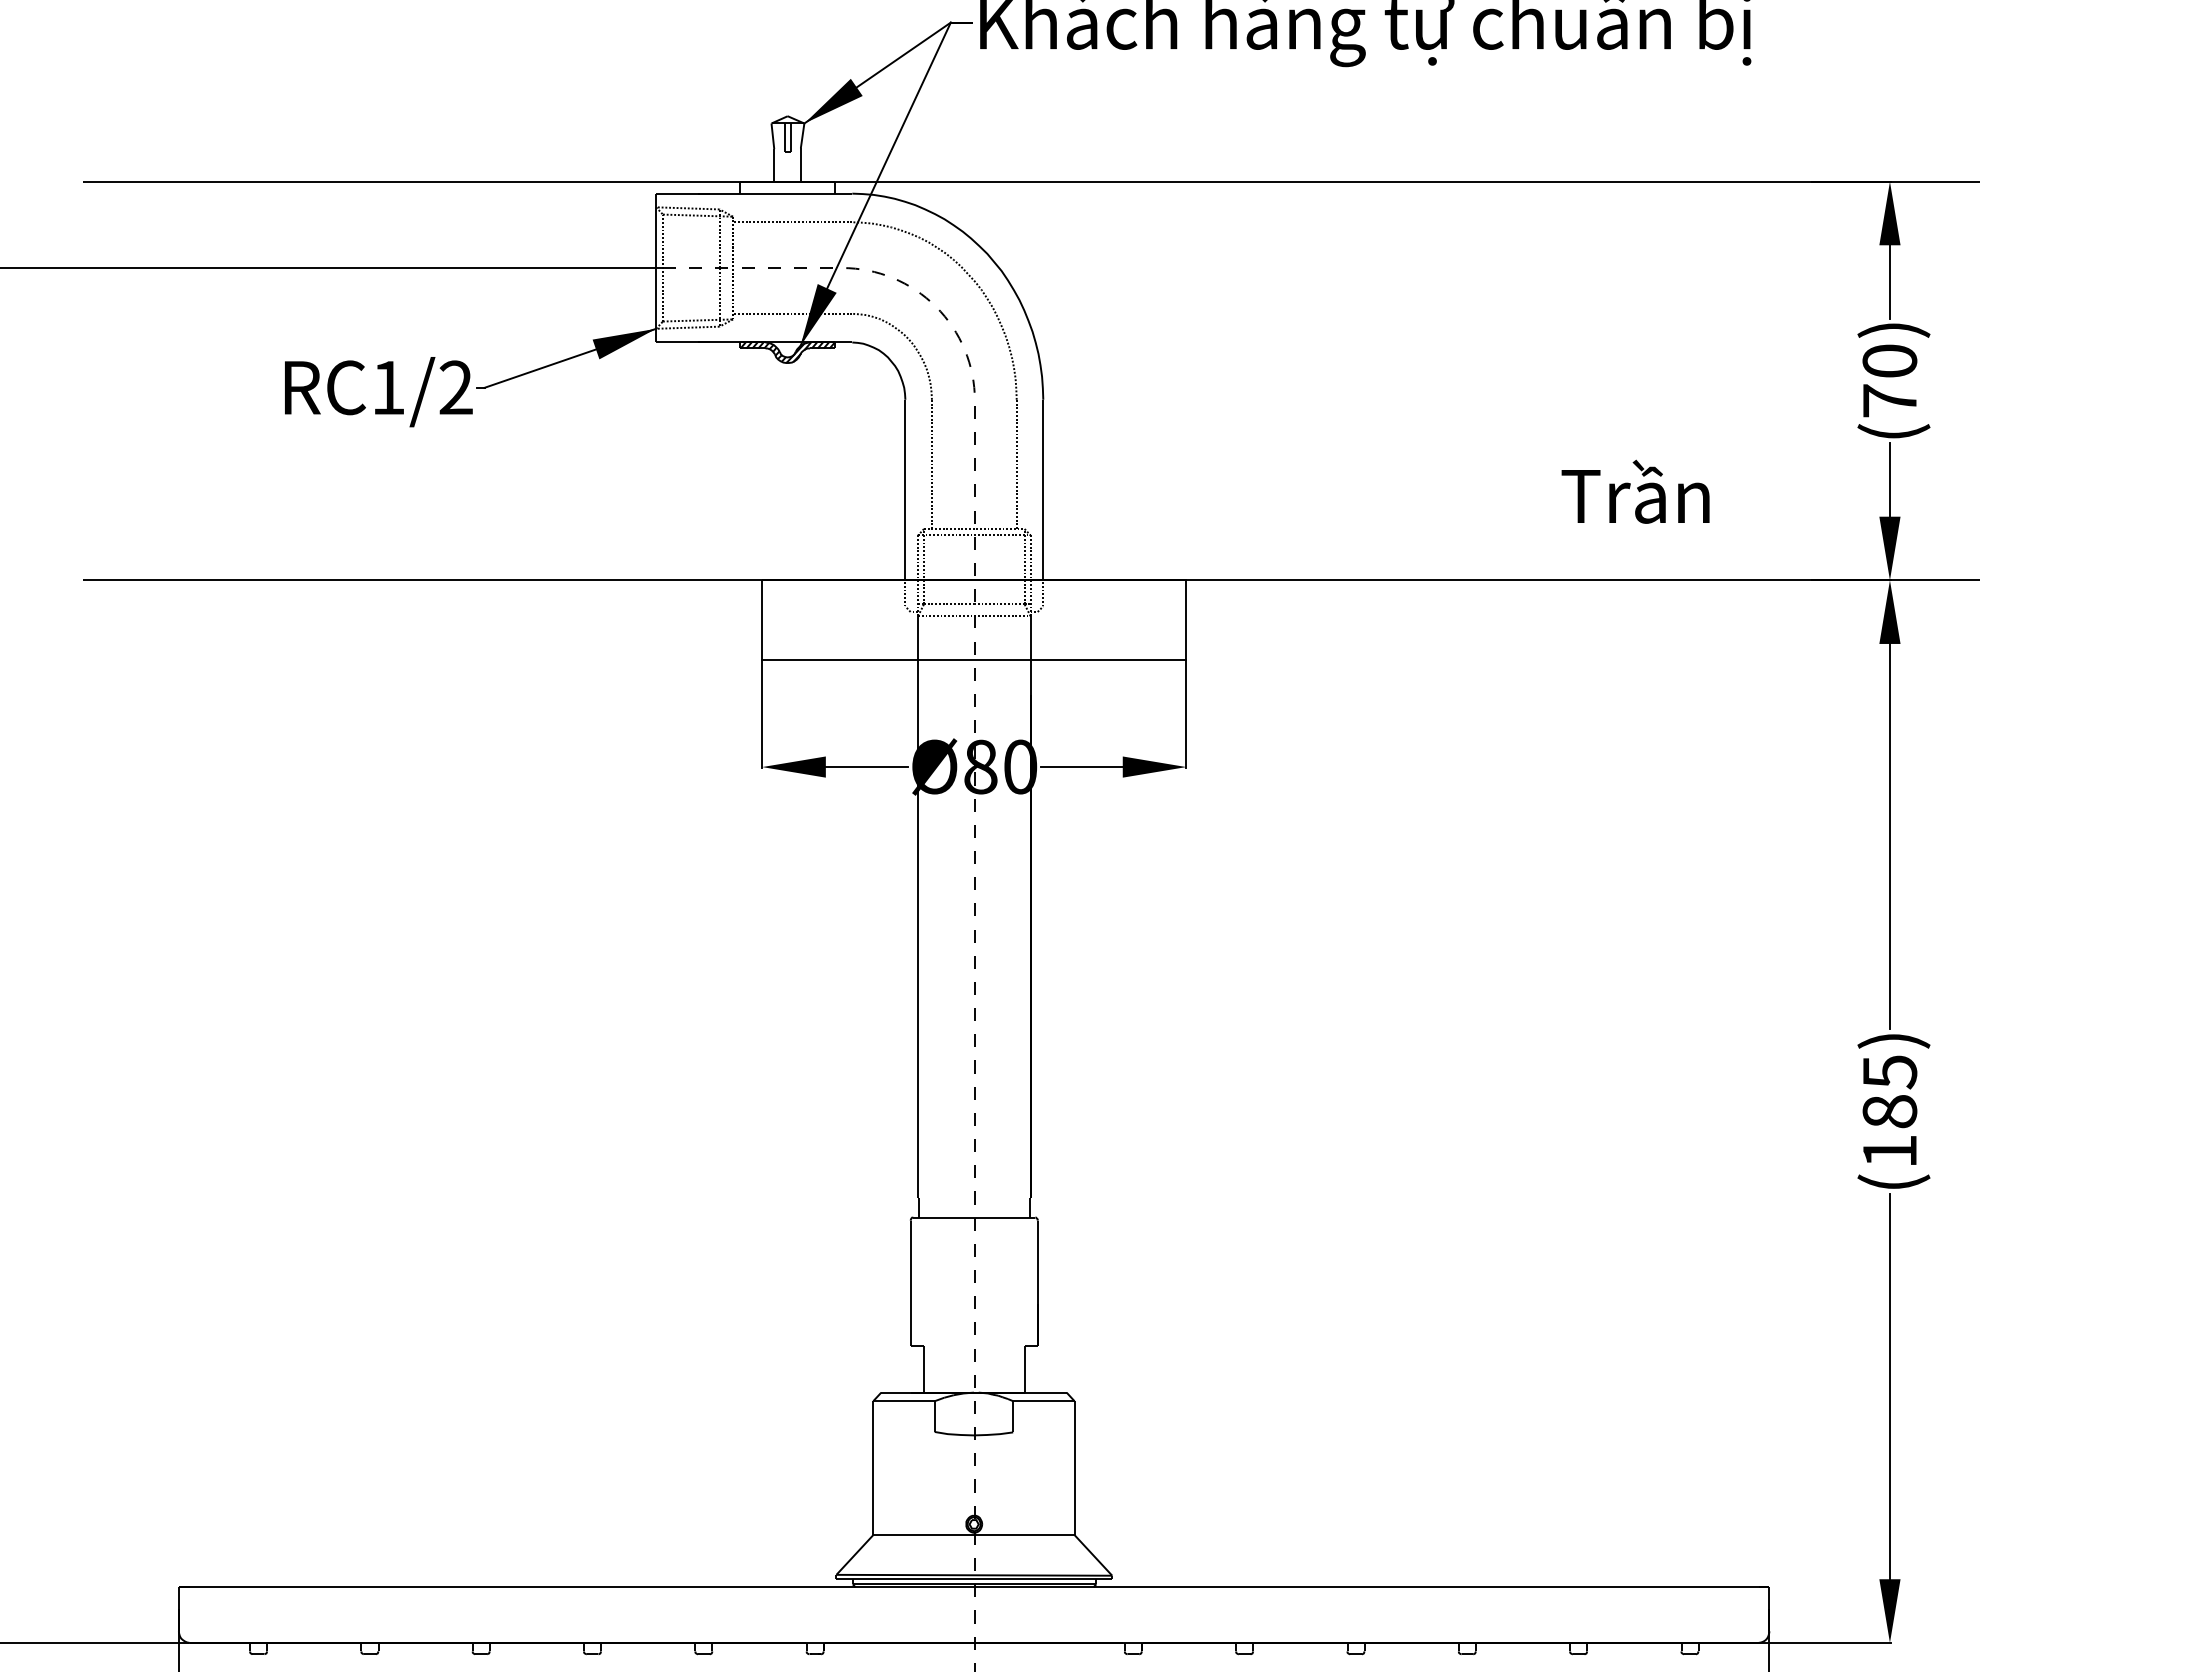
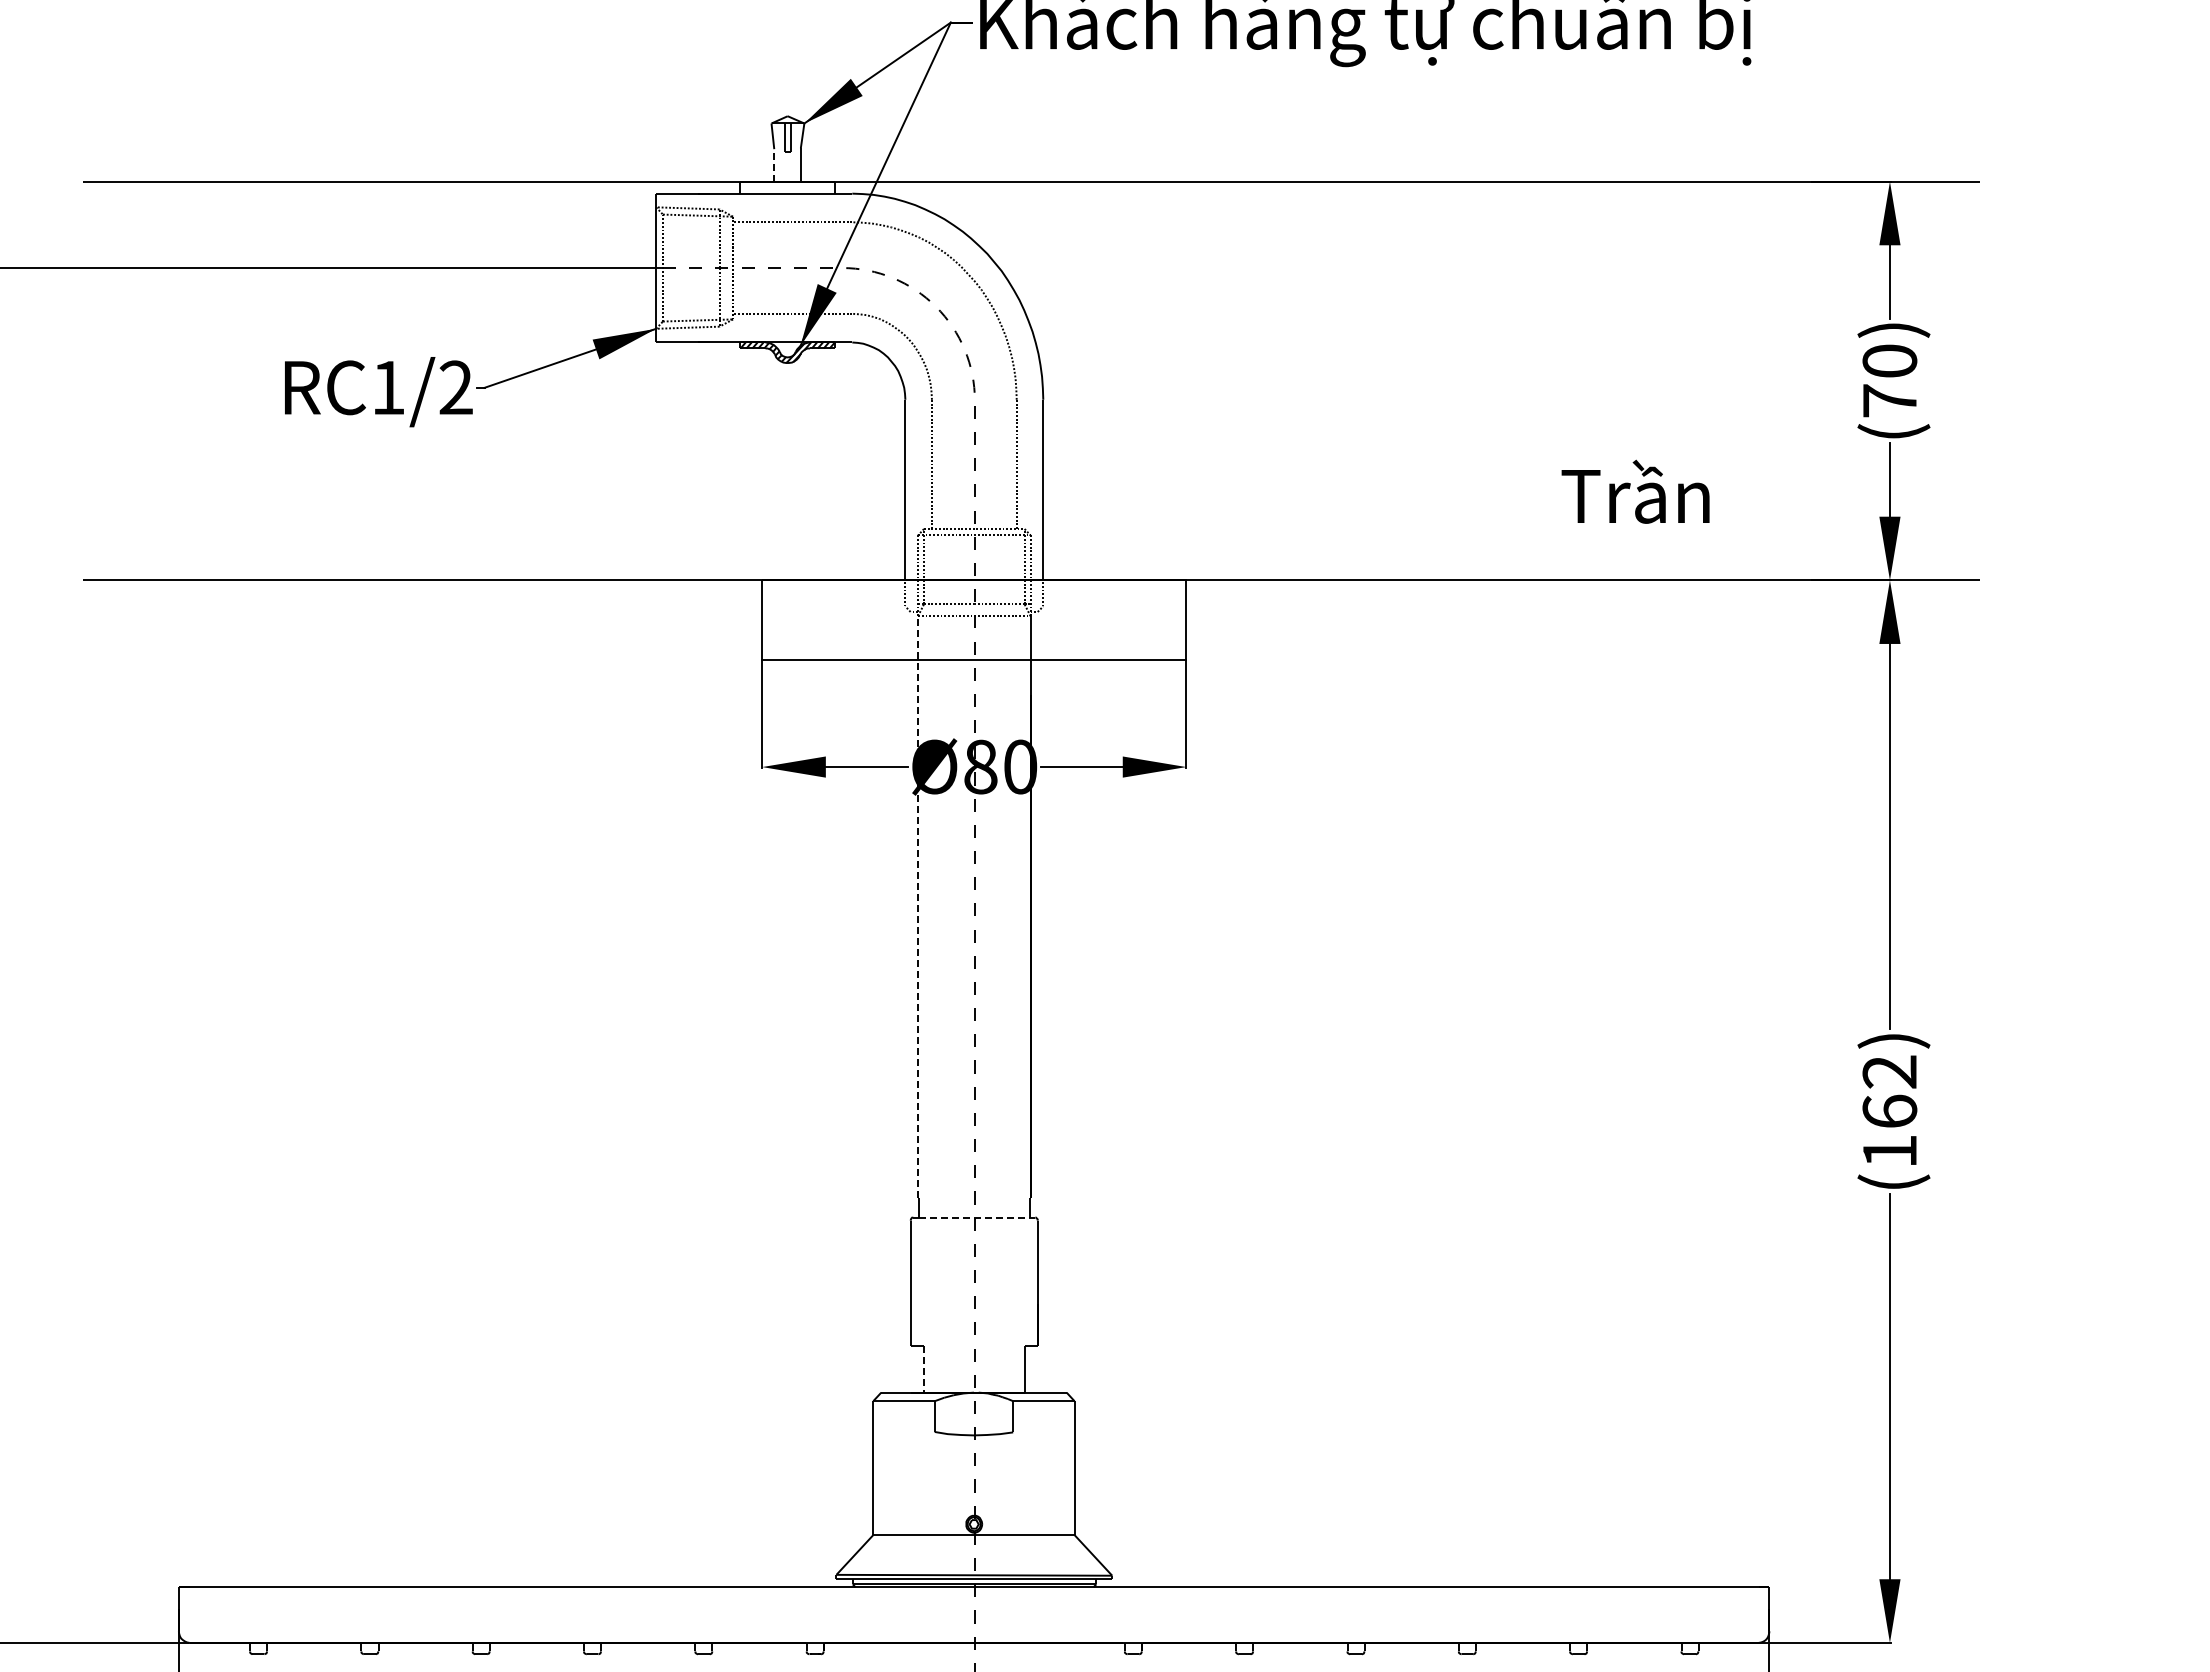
line at (774, 164): solid -> dashed
line at (918, 907): solid -> dashed
text at (1889, 1091): (185) -> (162)
line at (974, 1217): solid -> dashed
line at (924, 1370): solid -> dashed
